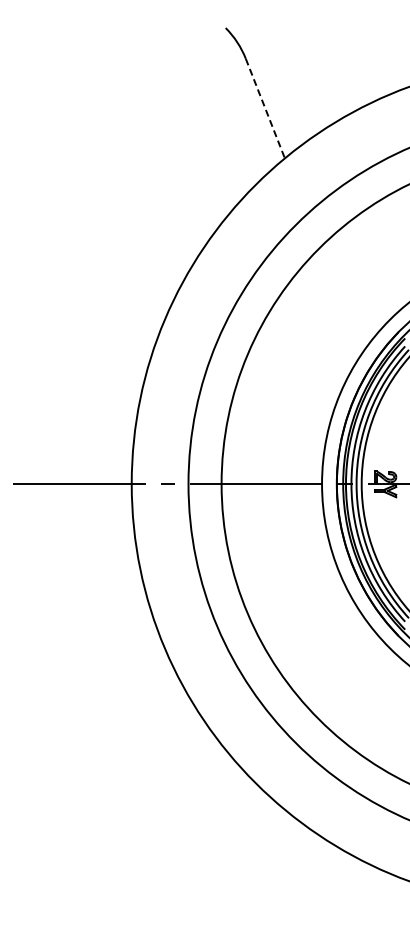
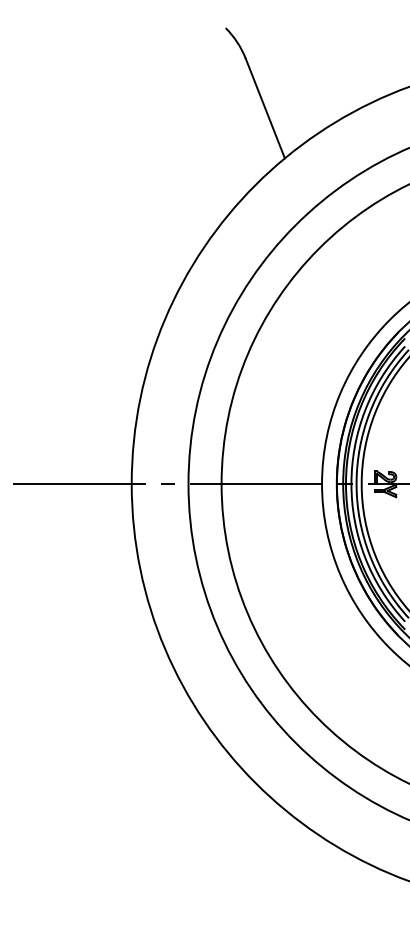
line at (265, 109): dashed -> solid
